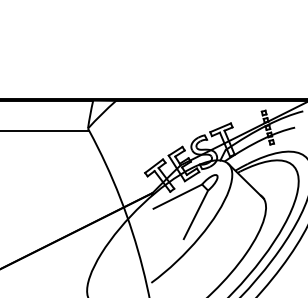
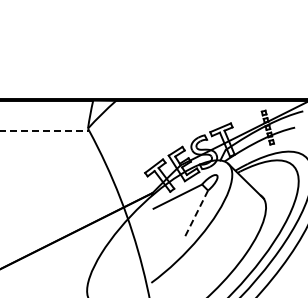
line at (45, 131): solid -> dashed
line at (195, 215): solid -> dashed
